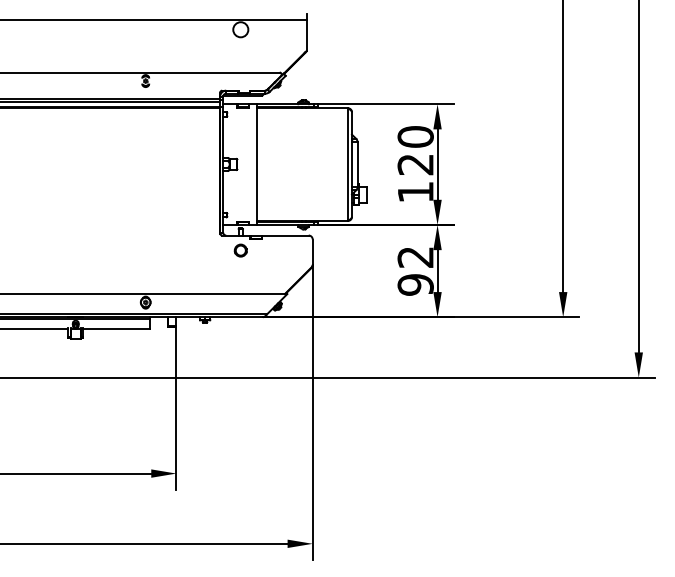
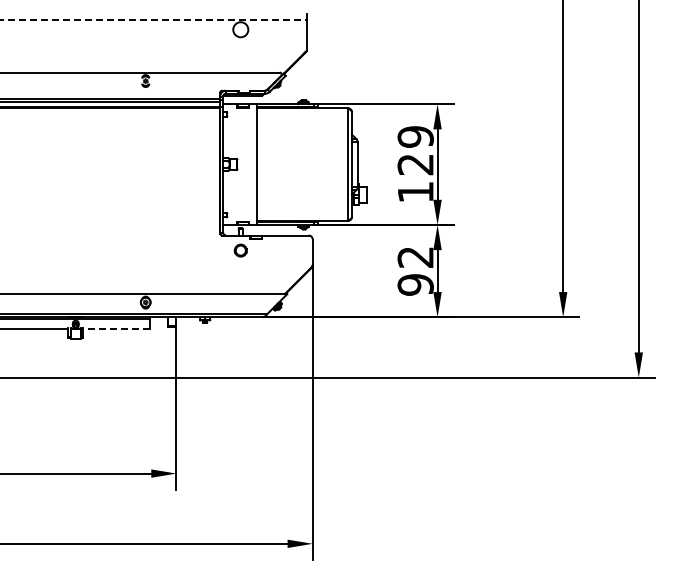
line at (153, 20): solid -> dashed
text at (415, 136): 120 -> 129
line at (116, 328): solid -> dashed
